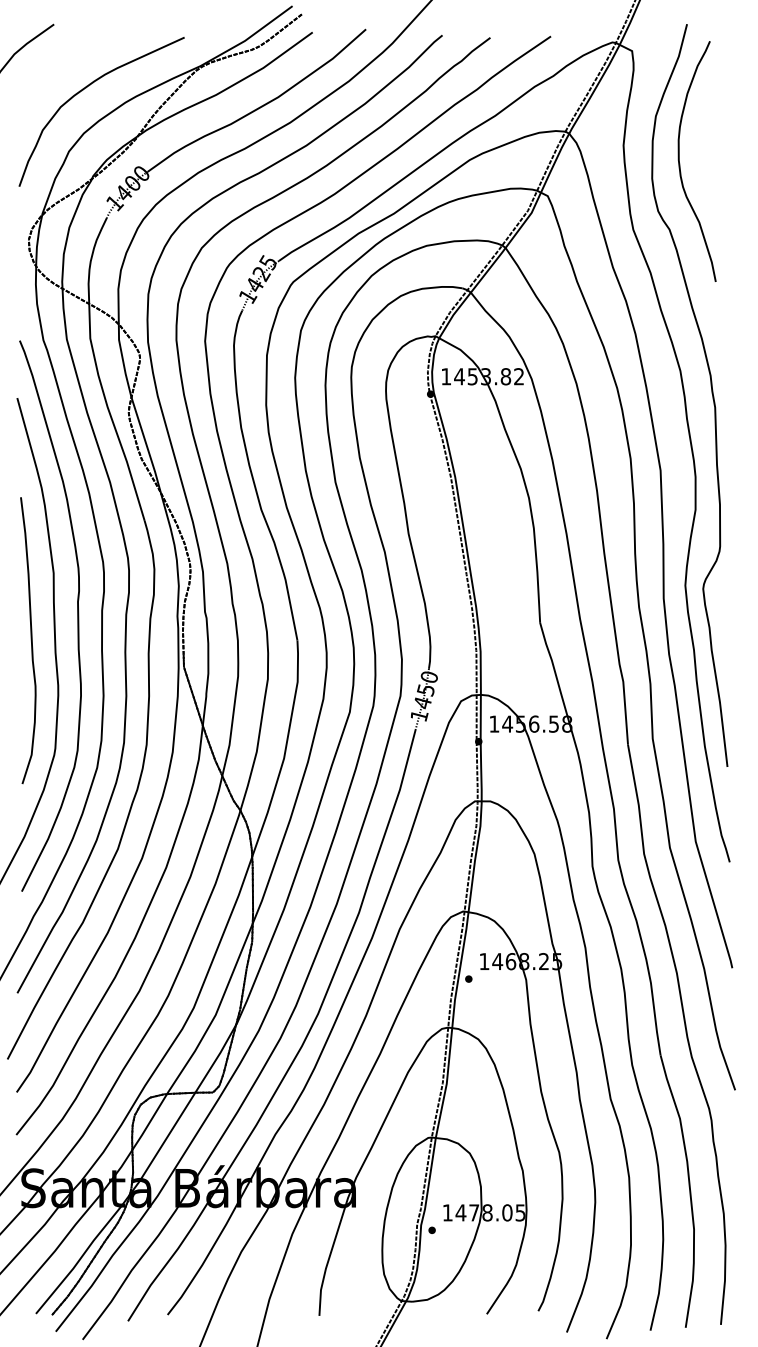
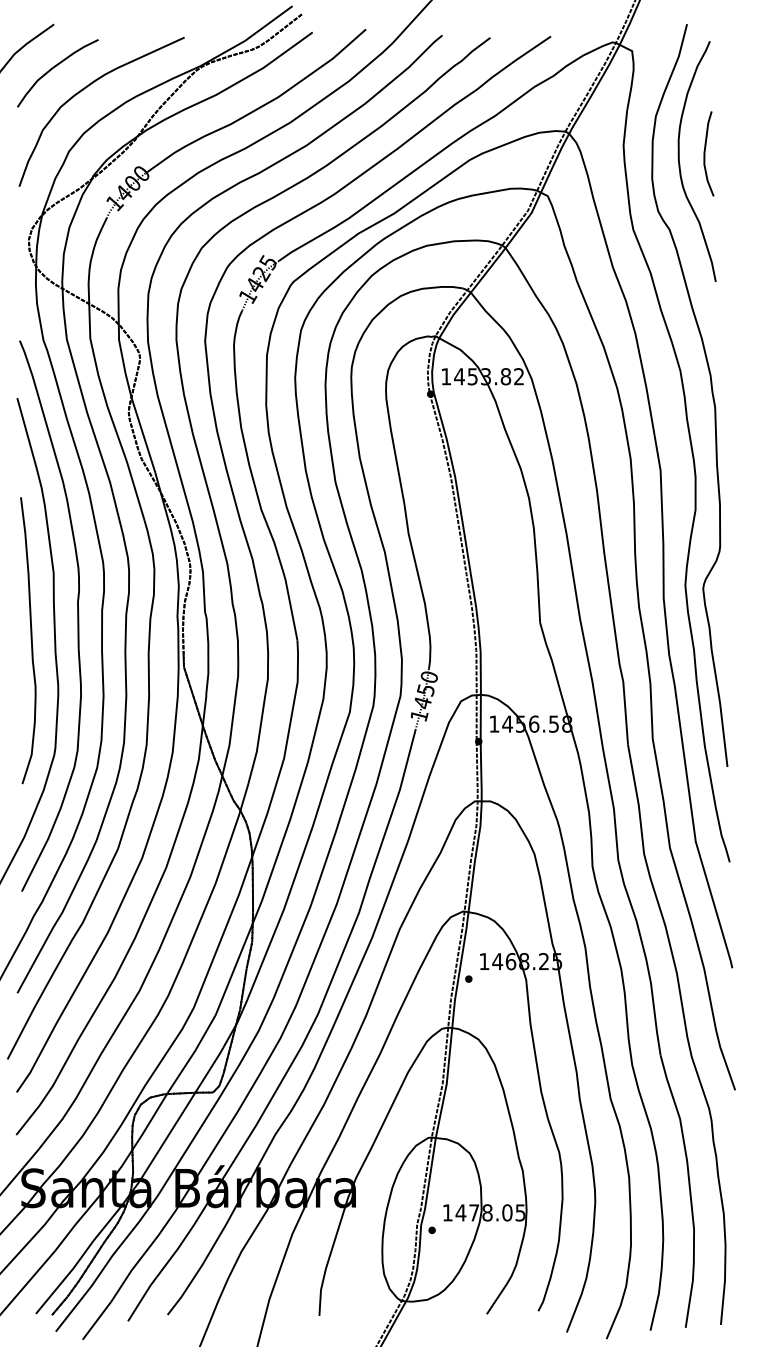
curve at (55, 67): none -> present
curve at (705, 153): none -> present
